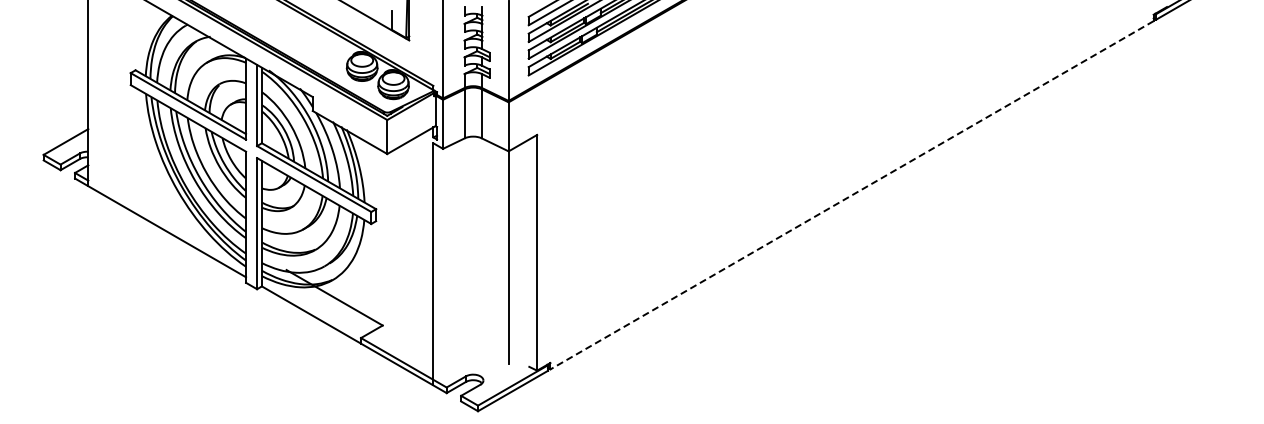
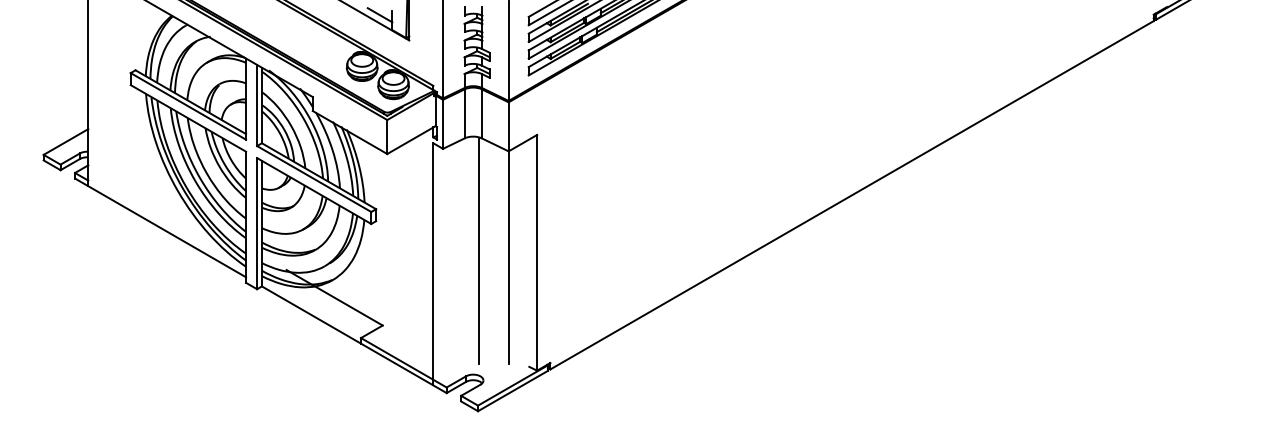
line at (379, 15): none -> present
line at (851, 195): dashed -> solid
line at (478, 250): none -> present
